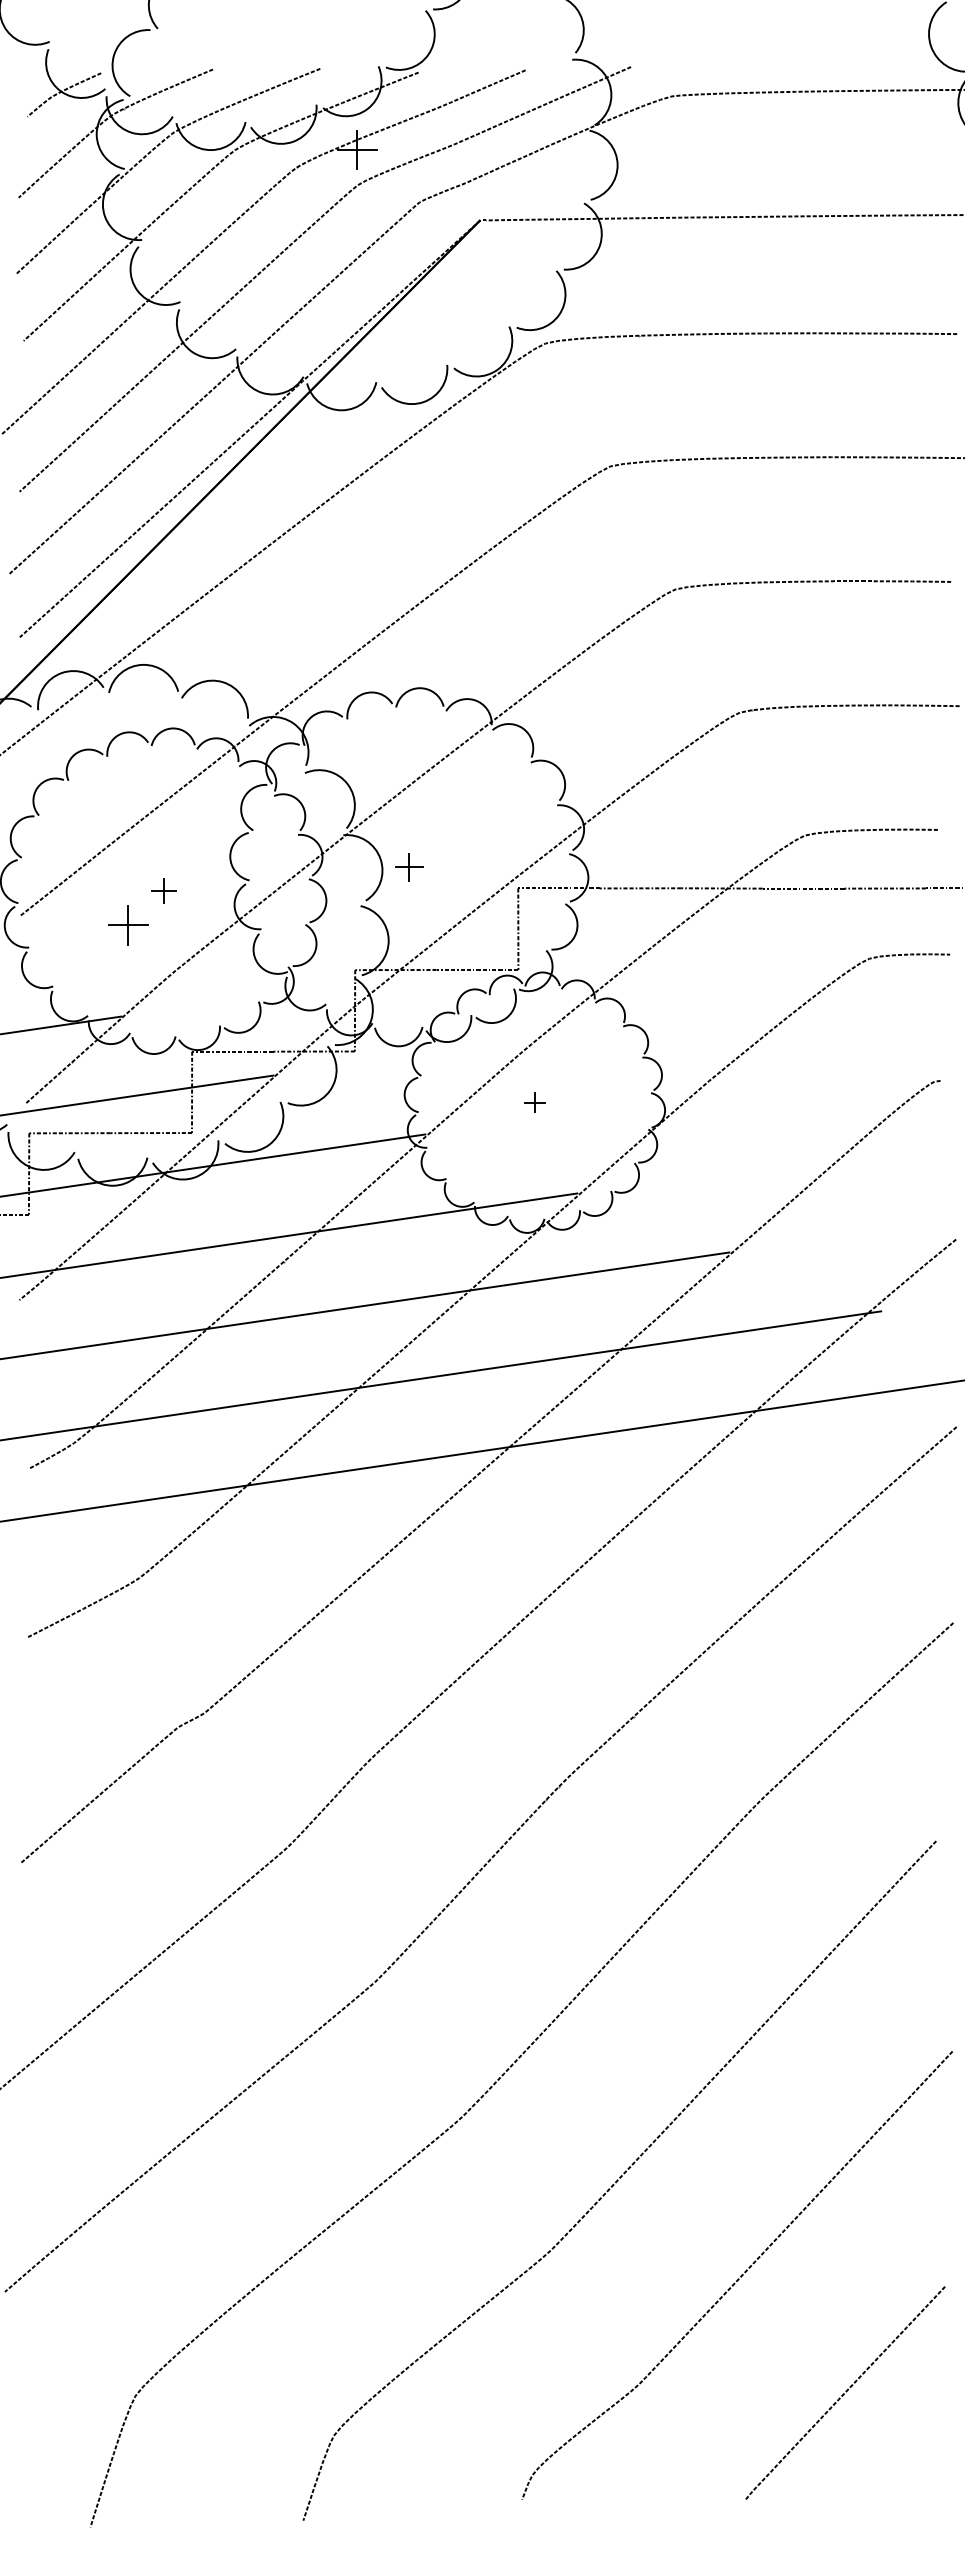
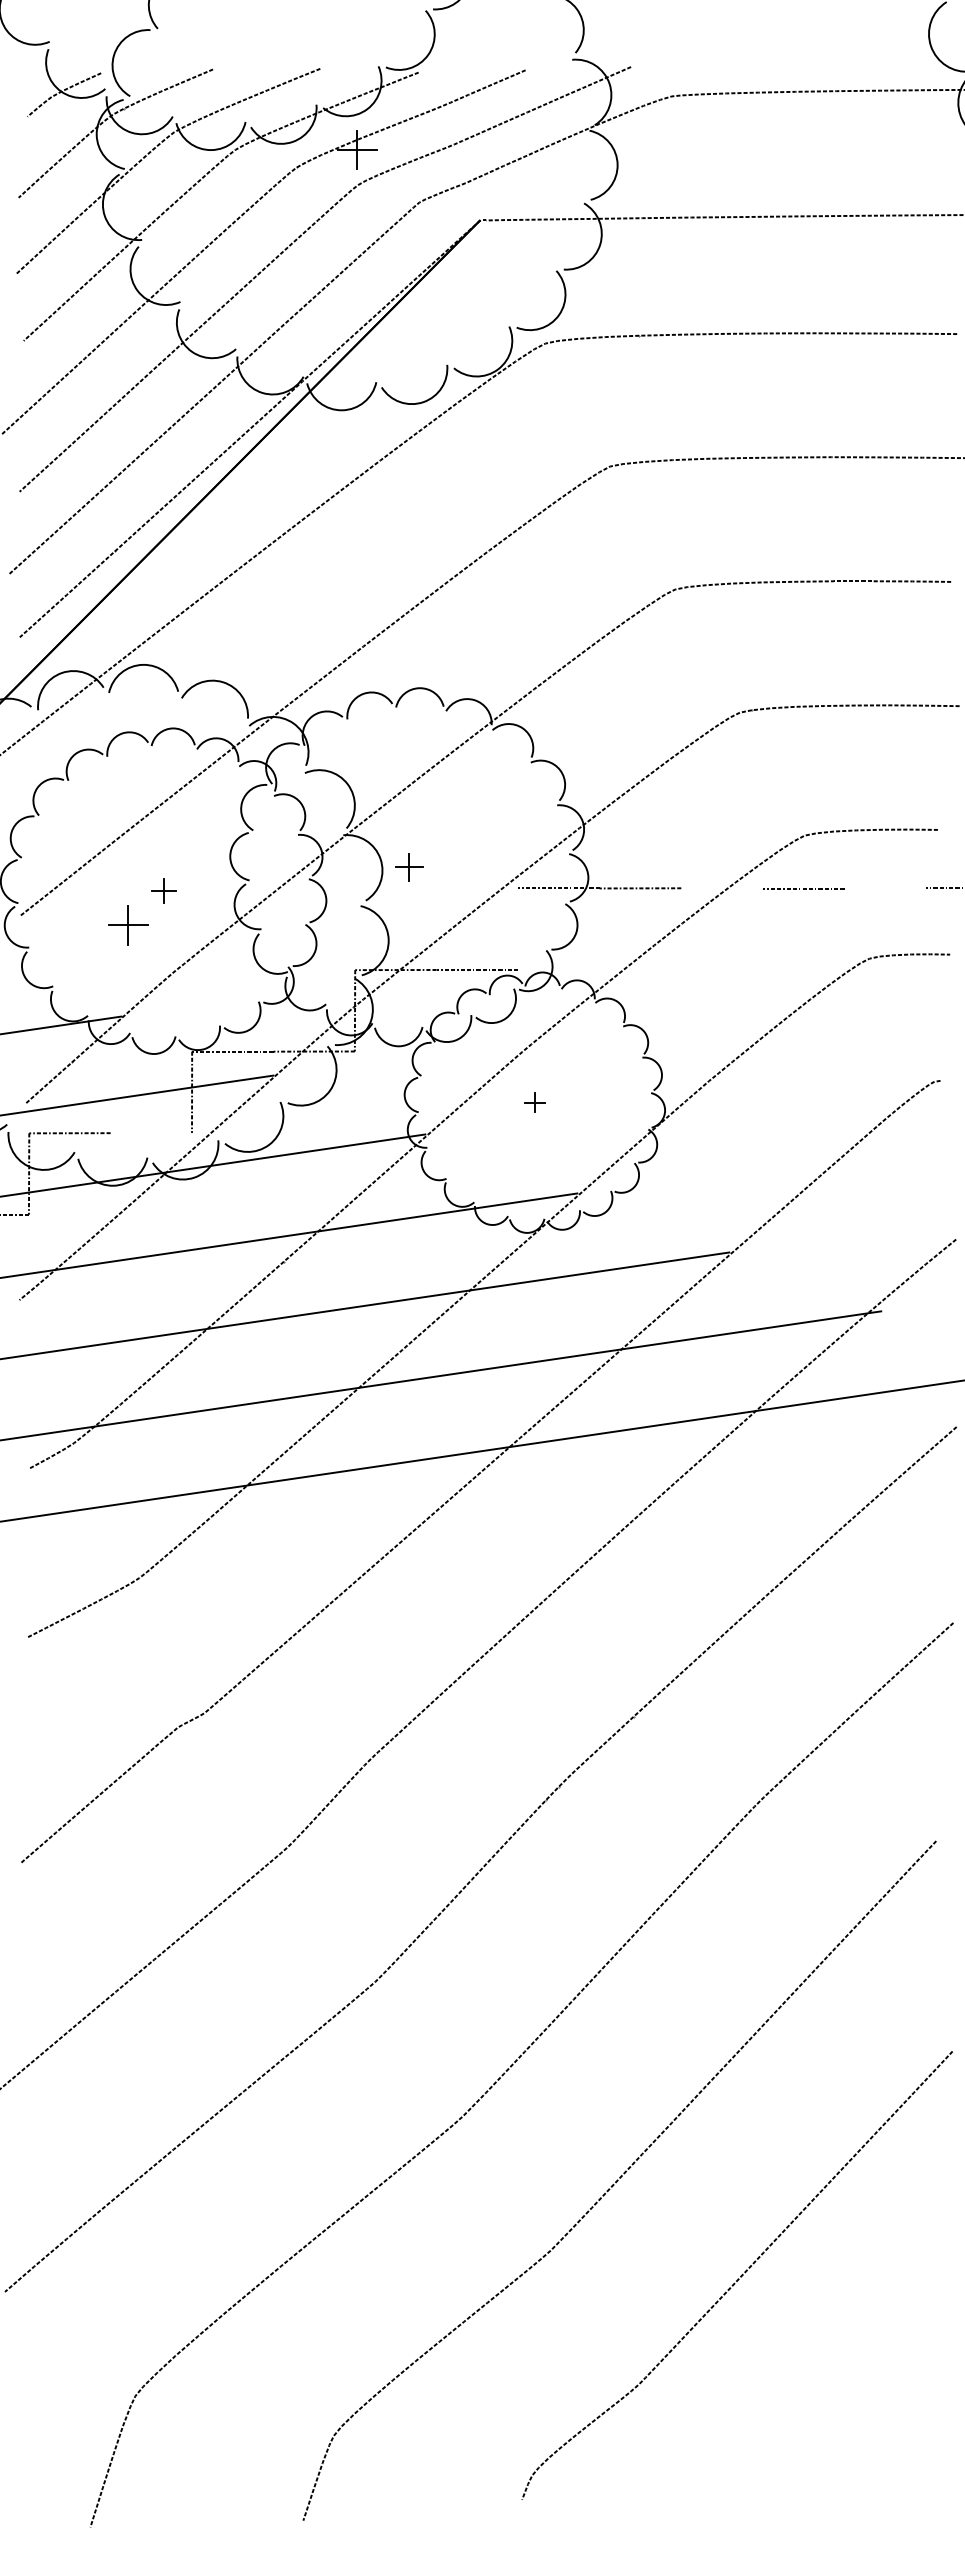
line at (721, 888): present -> none
line at (884, 888): present -> none
line at (518, 928): present -> none
line at (151, 1133): present -> none
curve at (845, 2391): present -> none
